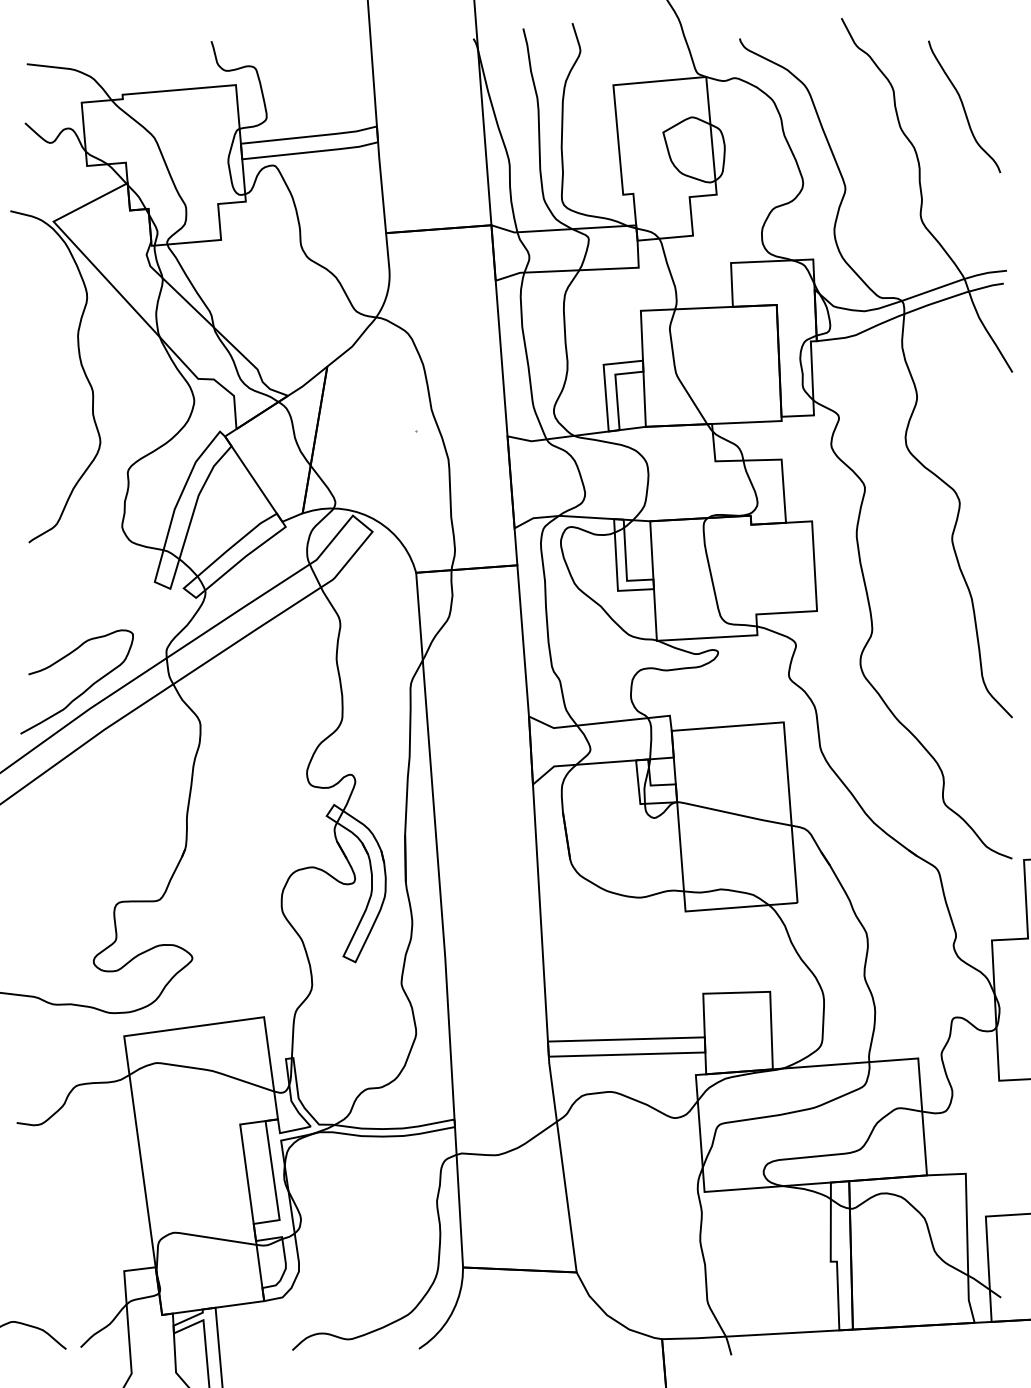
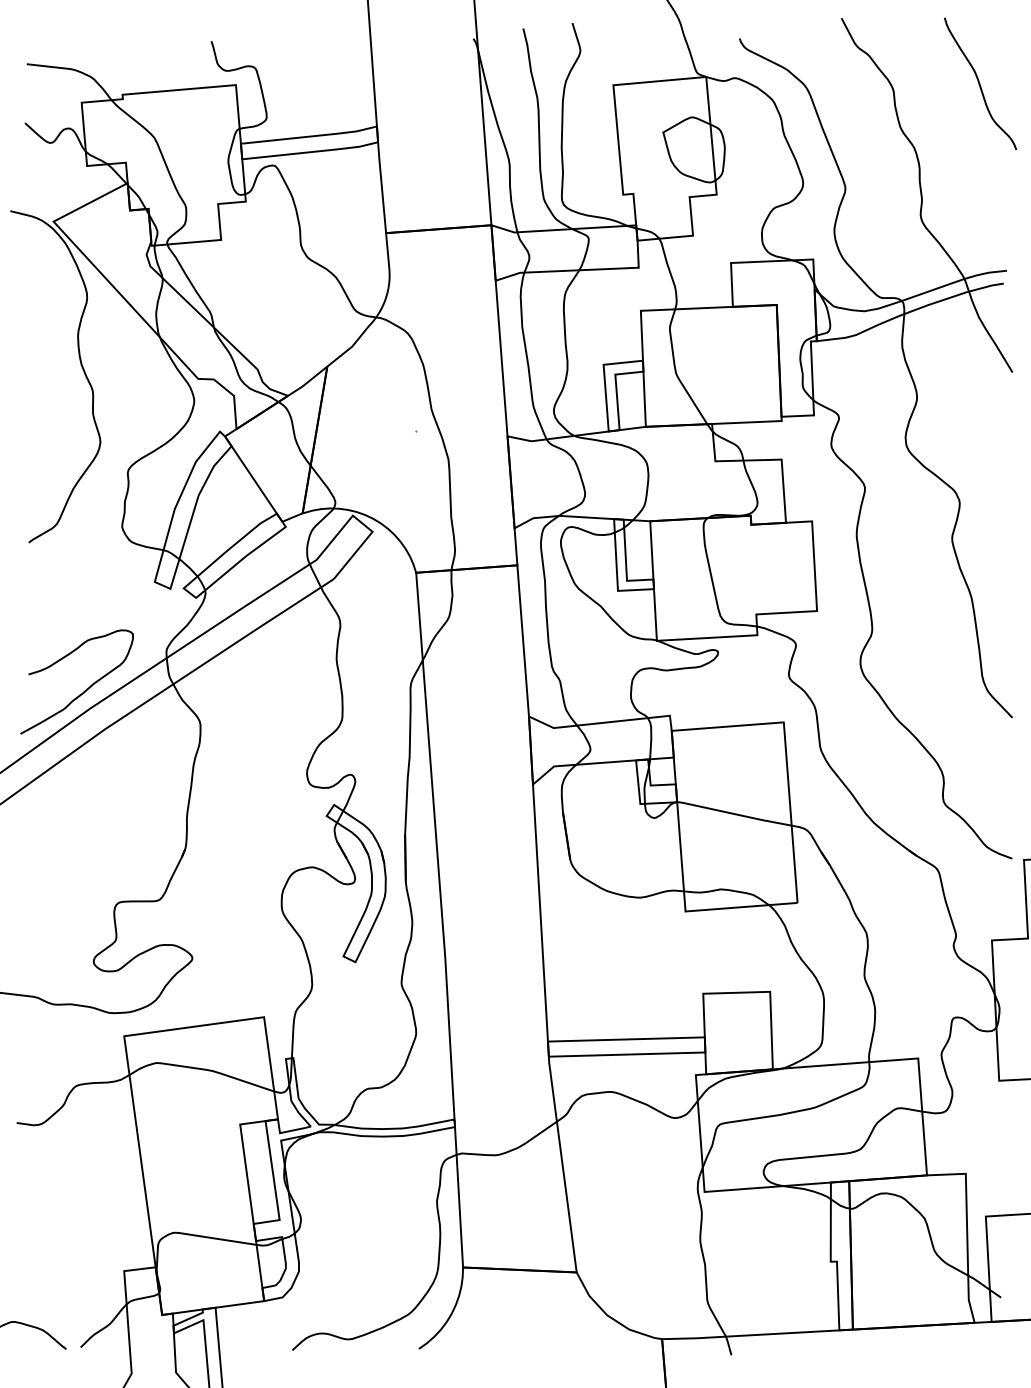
curve at (964, 106) position: (964, 106) -> (980, 83)
